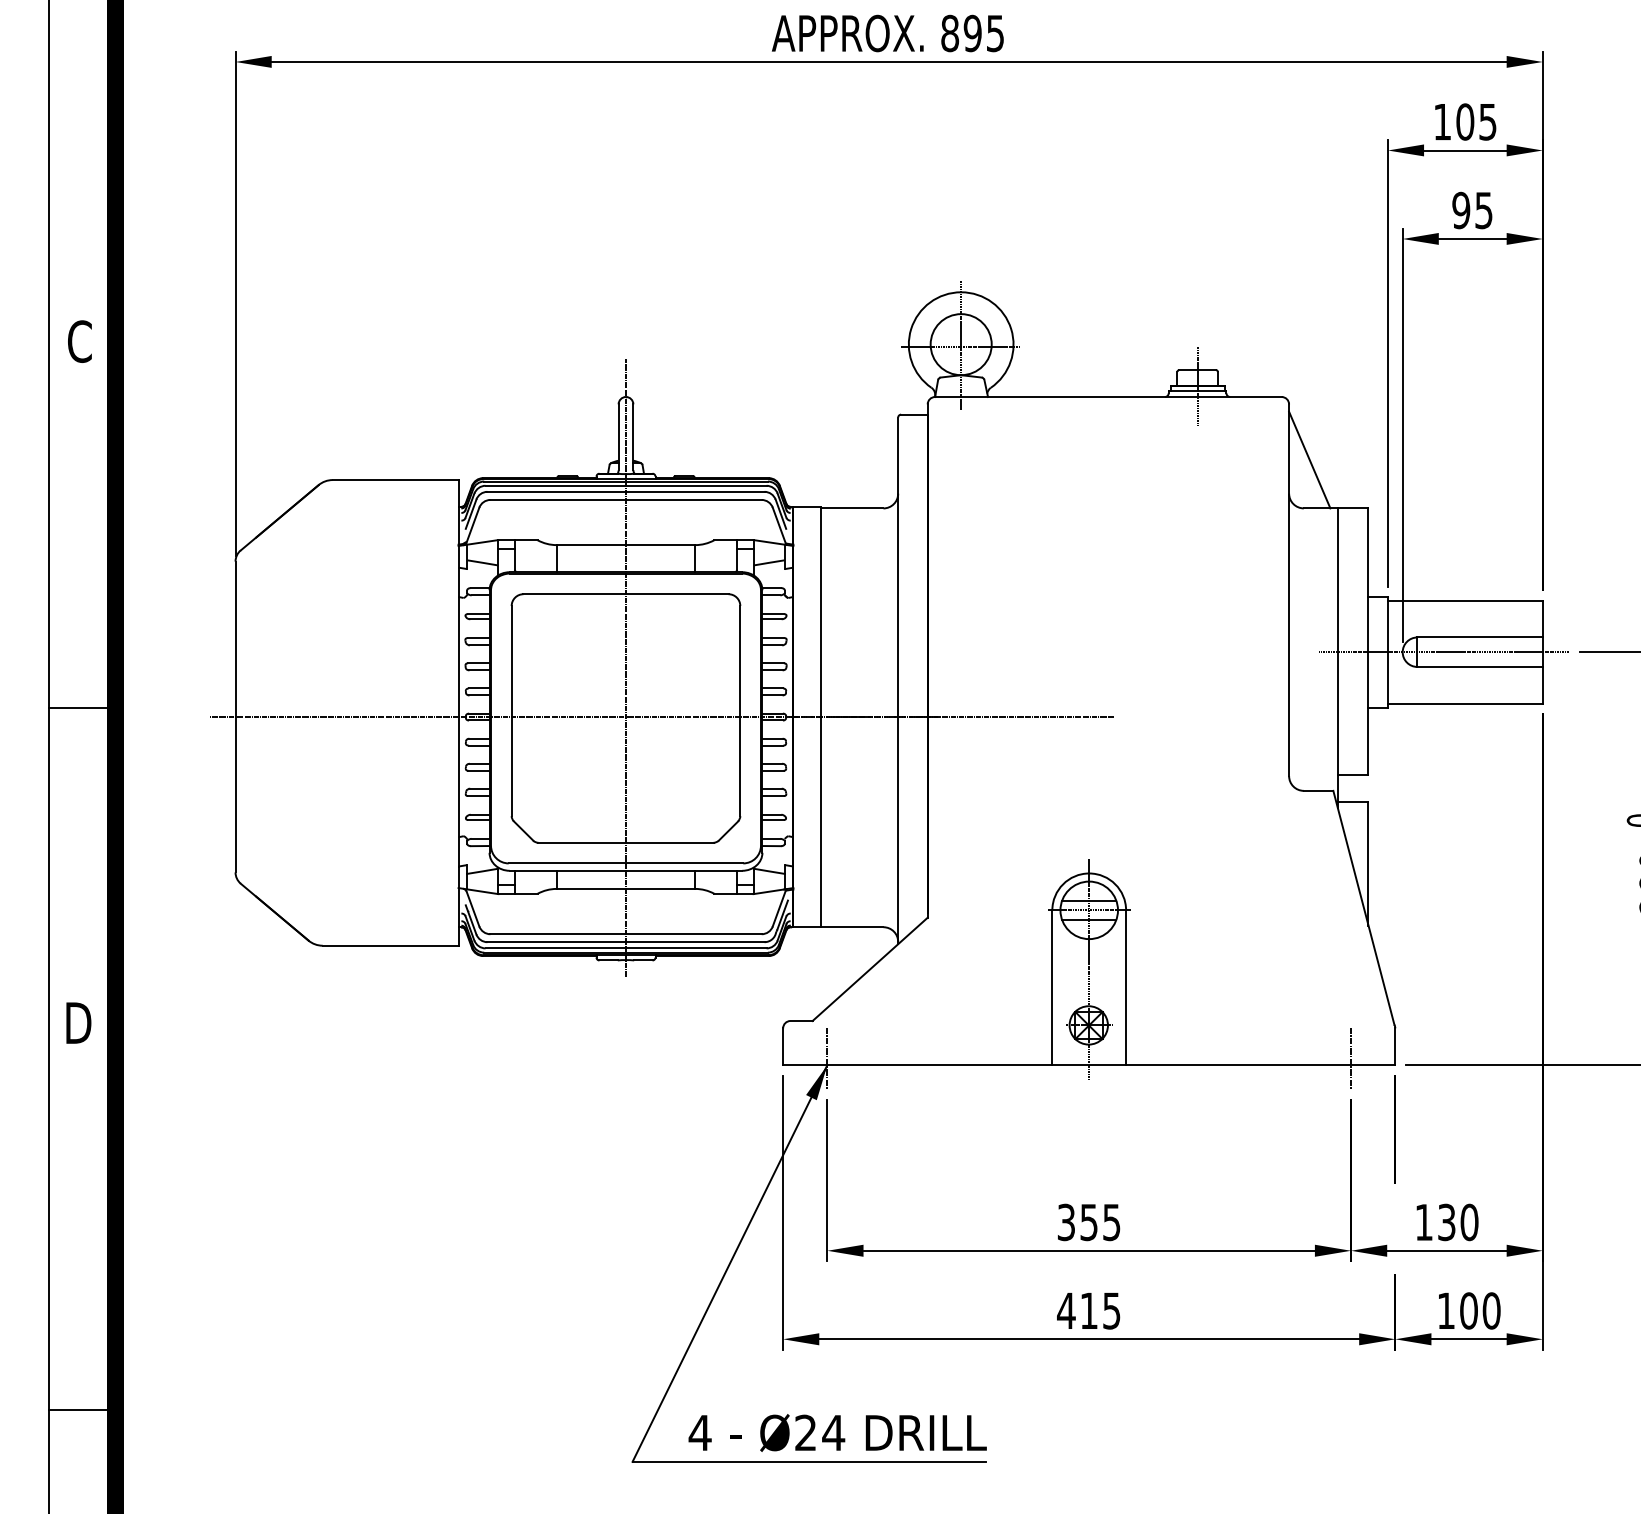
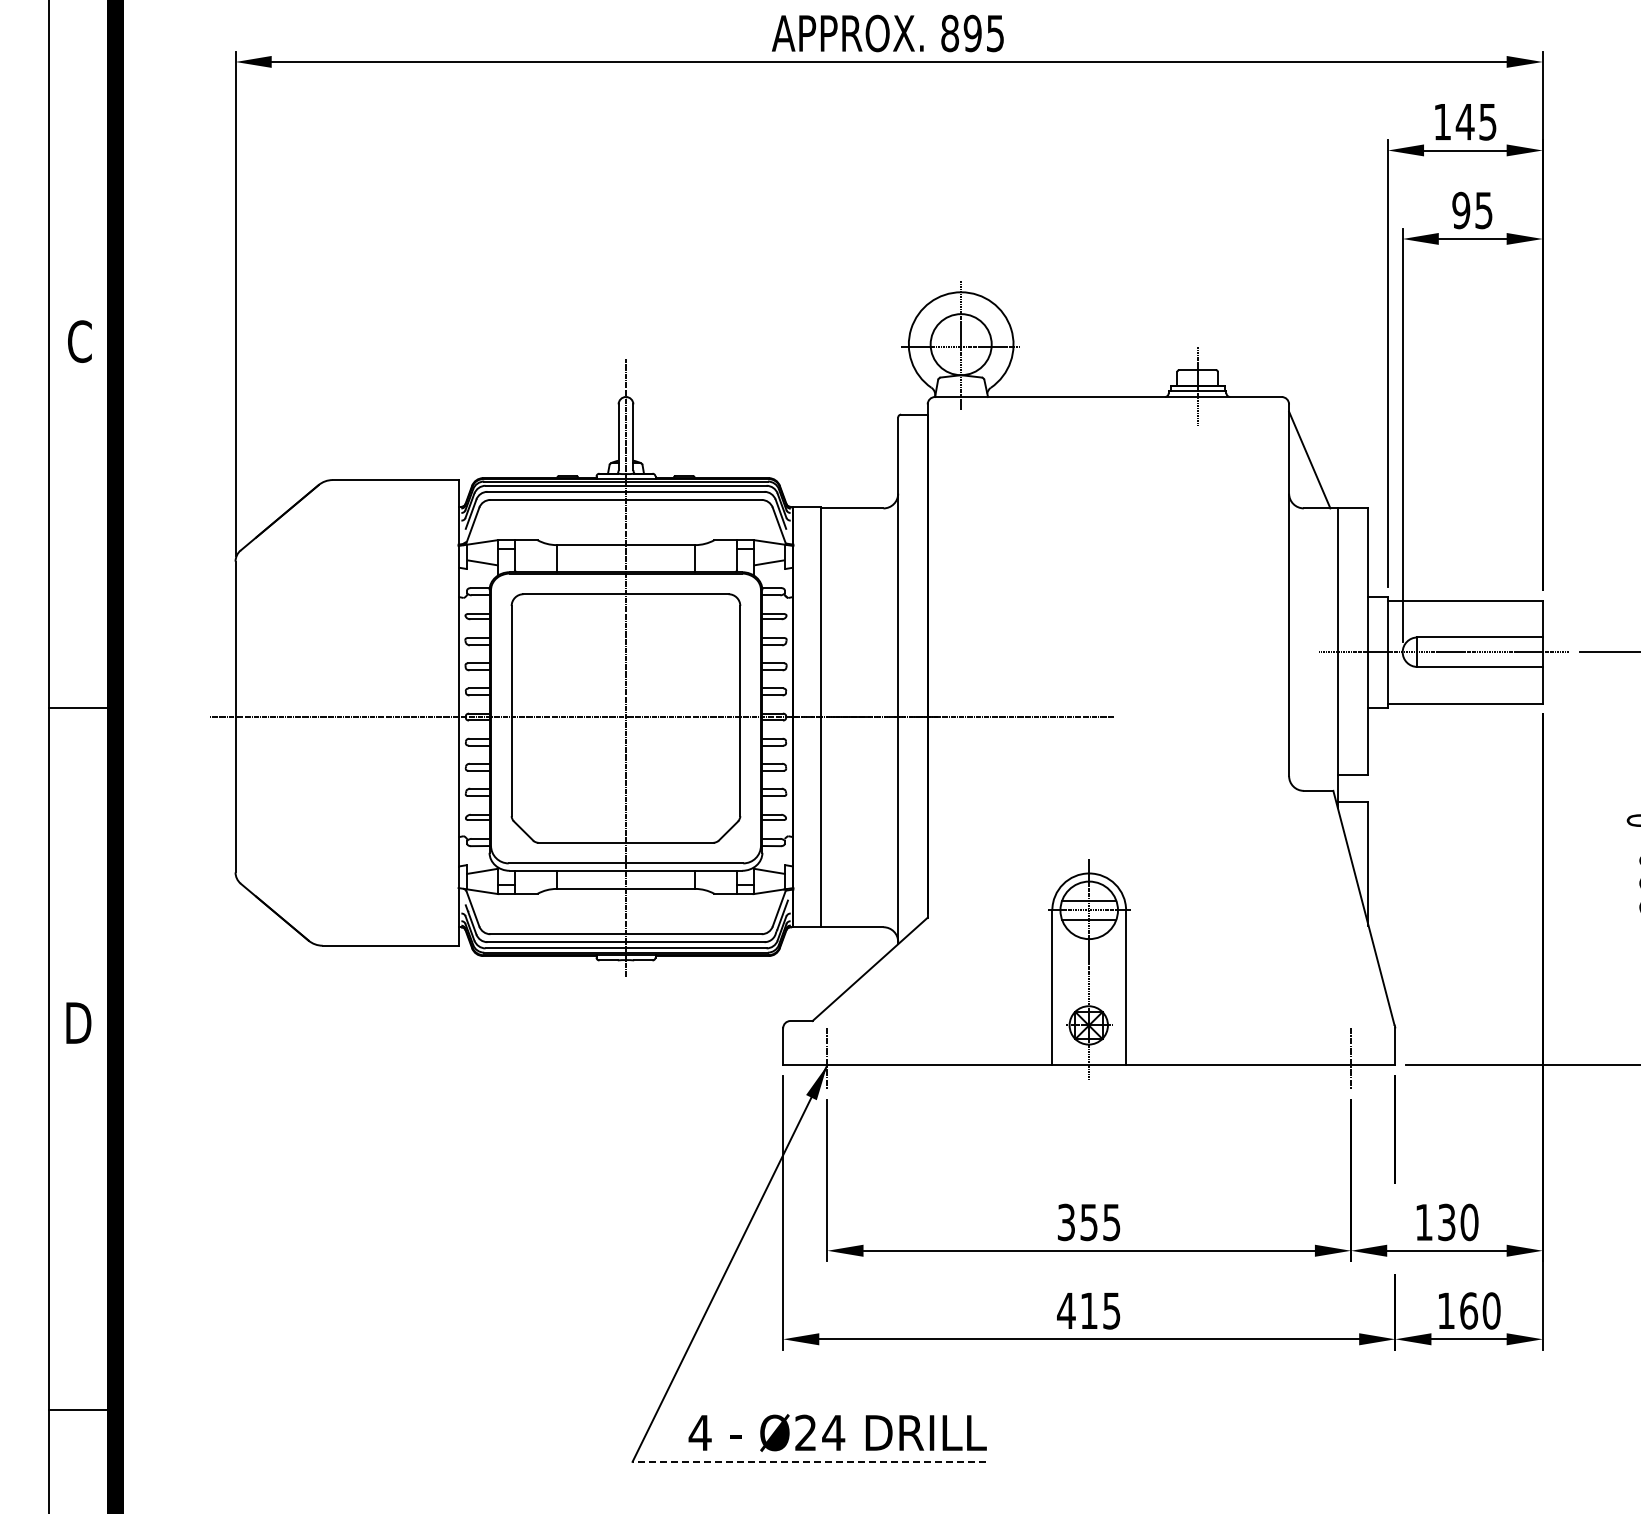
text at (1464, 121): 105 -> 145
text at (1469, 1310): 100 -> 160
line at (809, 1461): solid -> dashed
